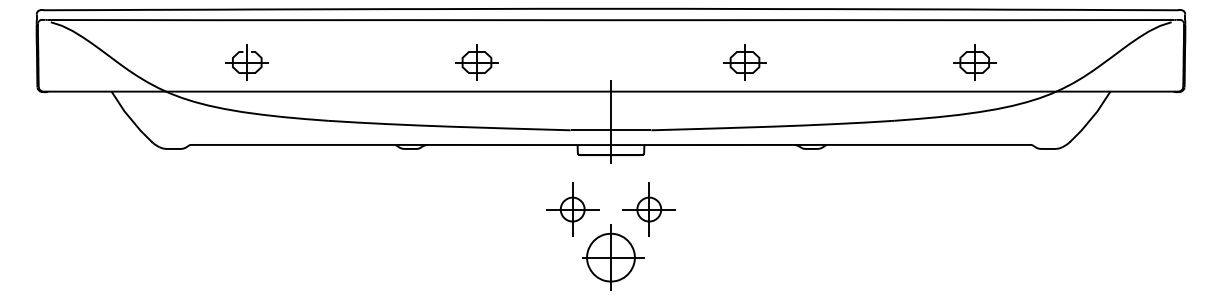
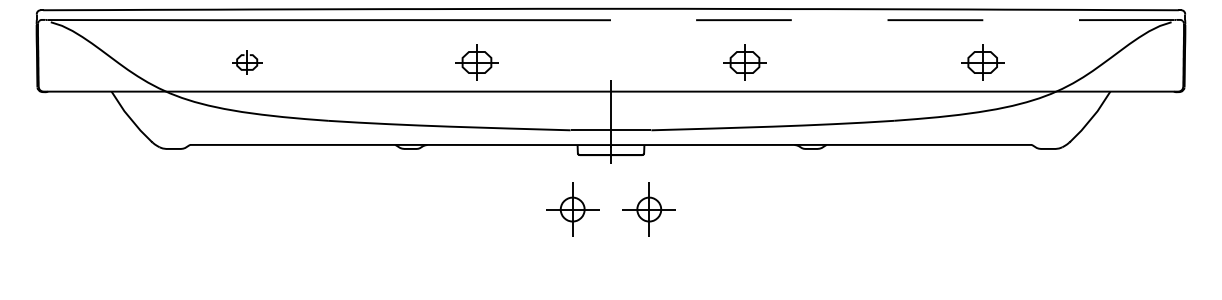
line at (892, 20): solid -> dashed
part at (246, 62) size: 44x37 px -> 31x25 px
part at (974, 62) position: (974, 62) -> (982, 62)
part at (613, 257): present -> none
